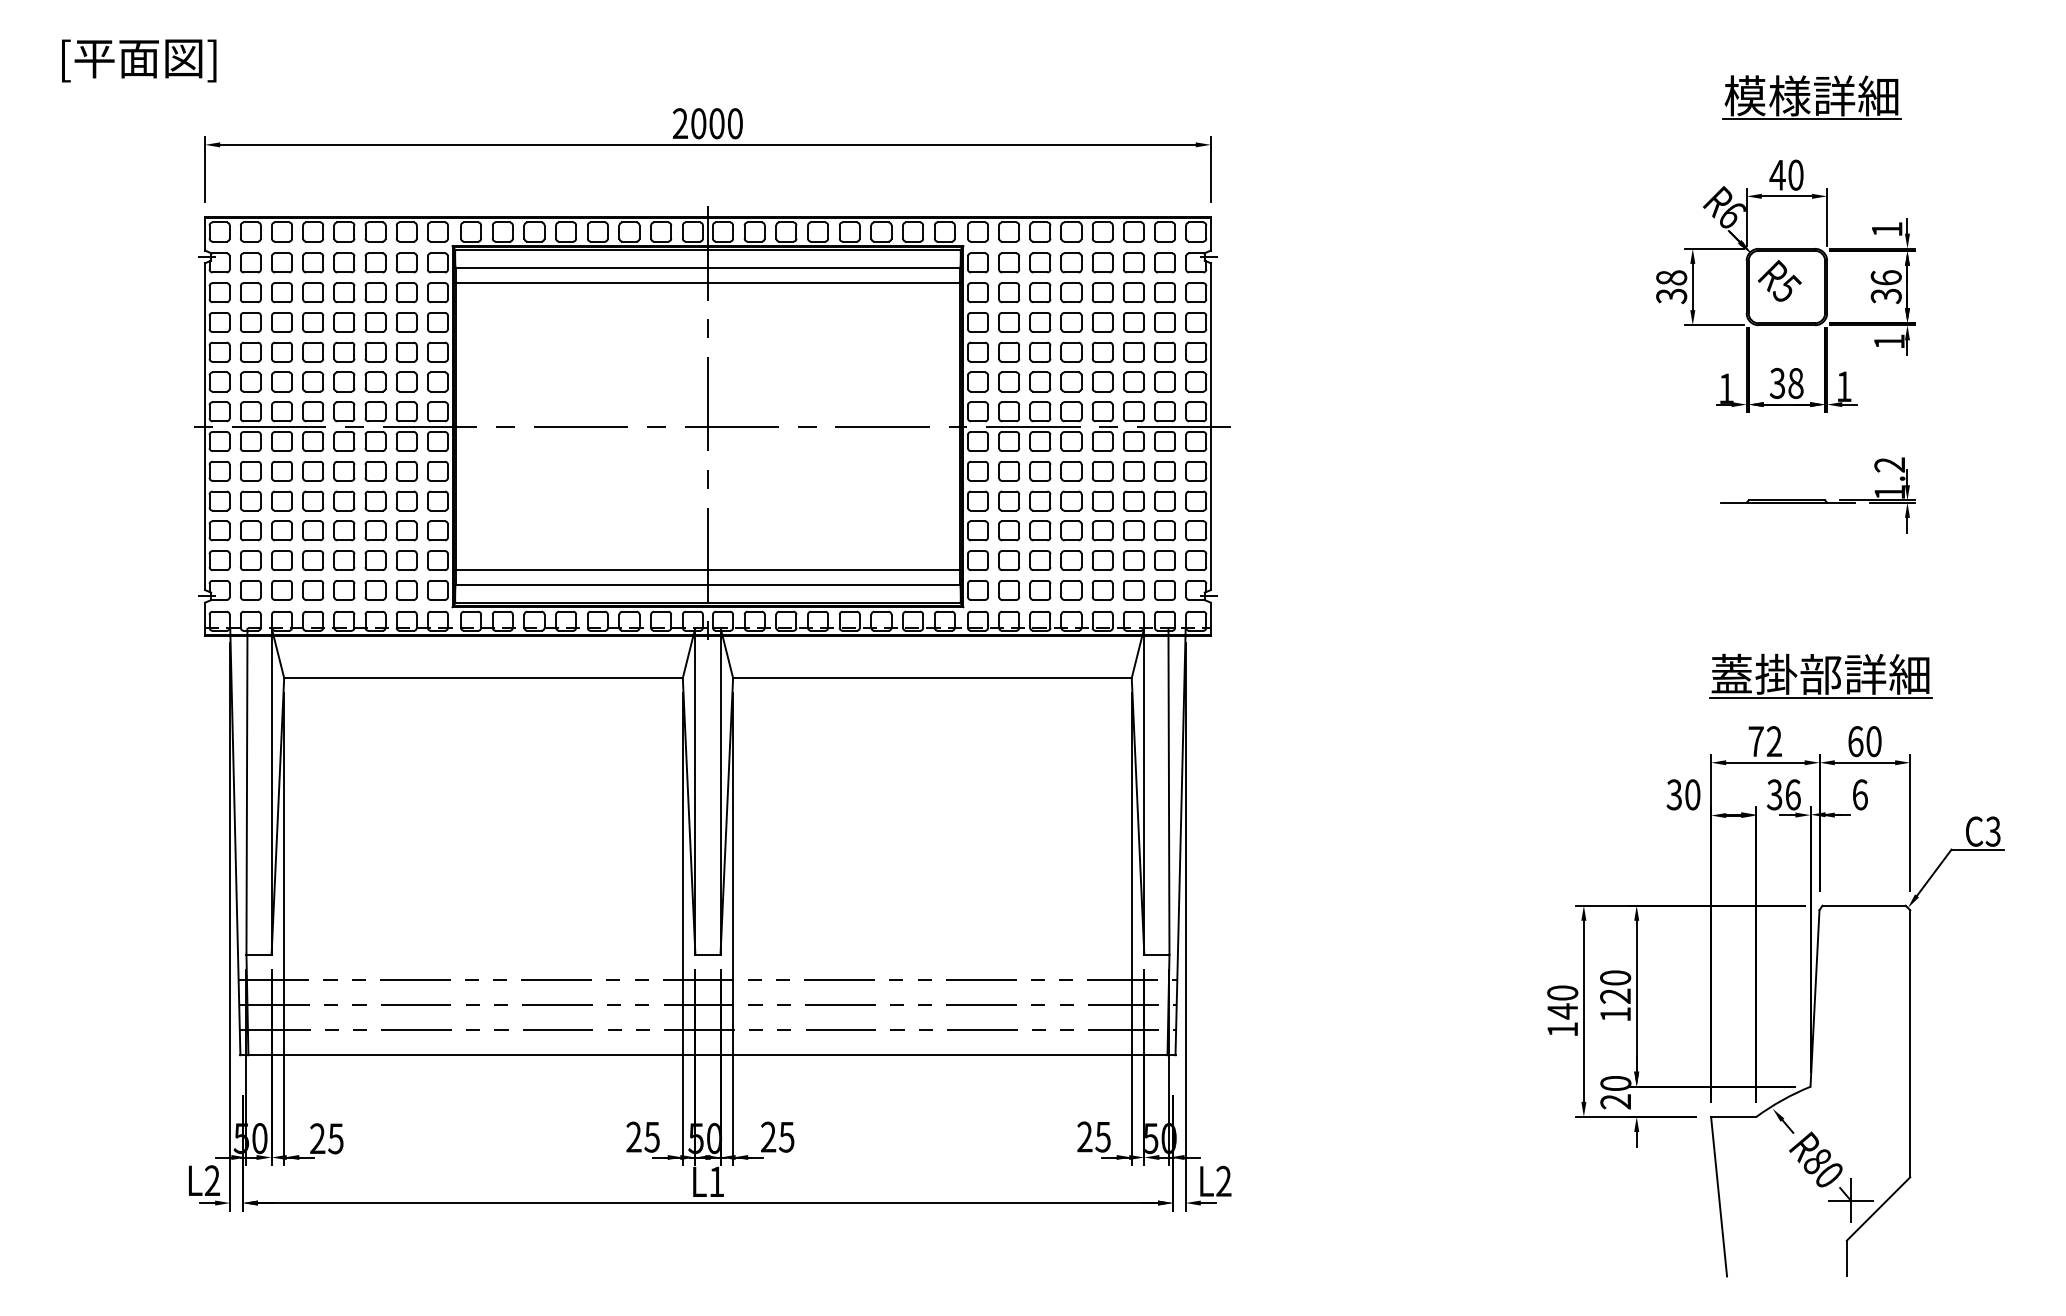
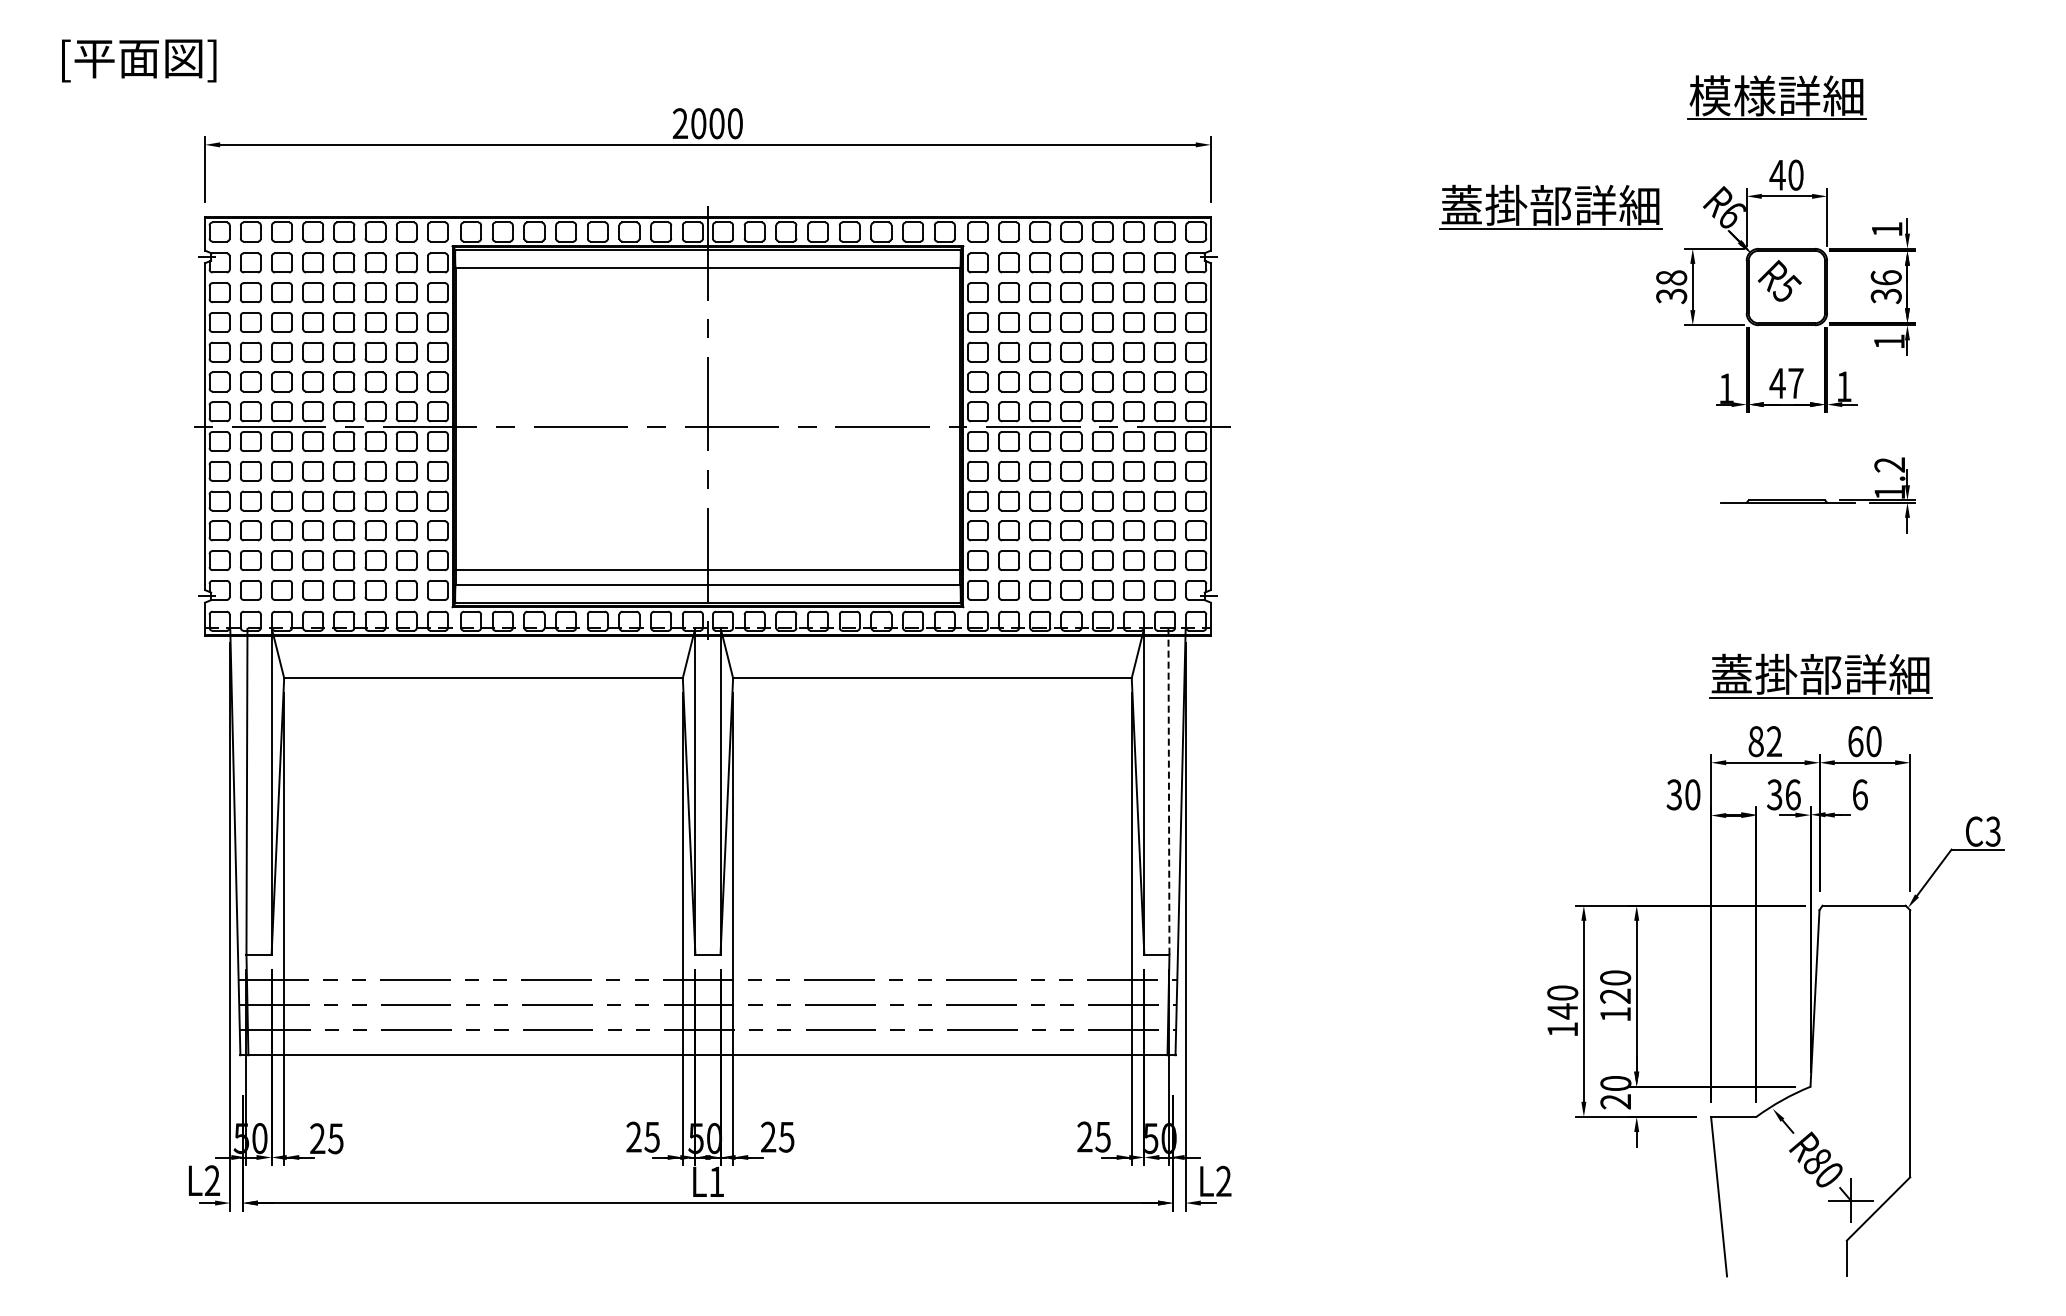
part at (1811, 97) position: (1811, 97) -> (1776, 97)
part at (1550, 206): none -> present
line at (707, 283): present -> none
text at (1786, 382): 38 -> 47
text at (1755, 741): 72 -> 82
line at (1168, 795): solid -> dashed
